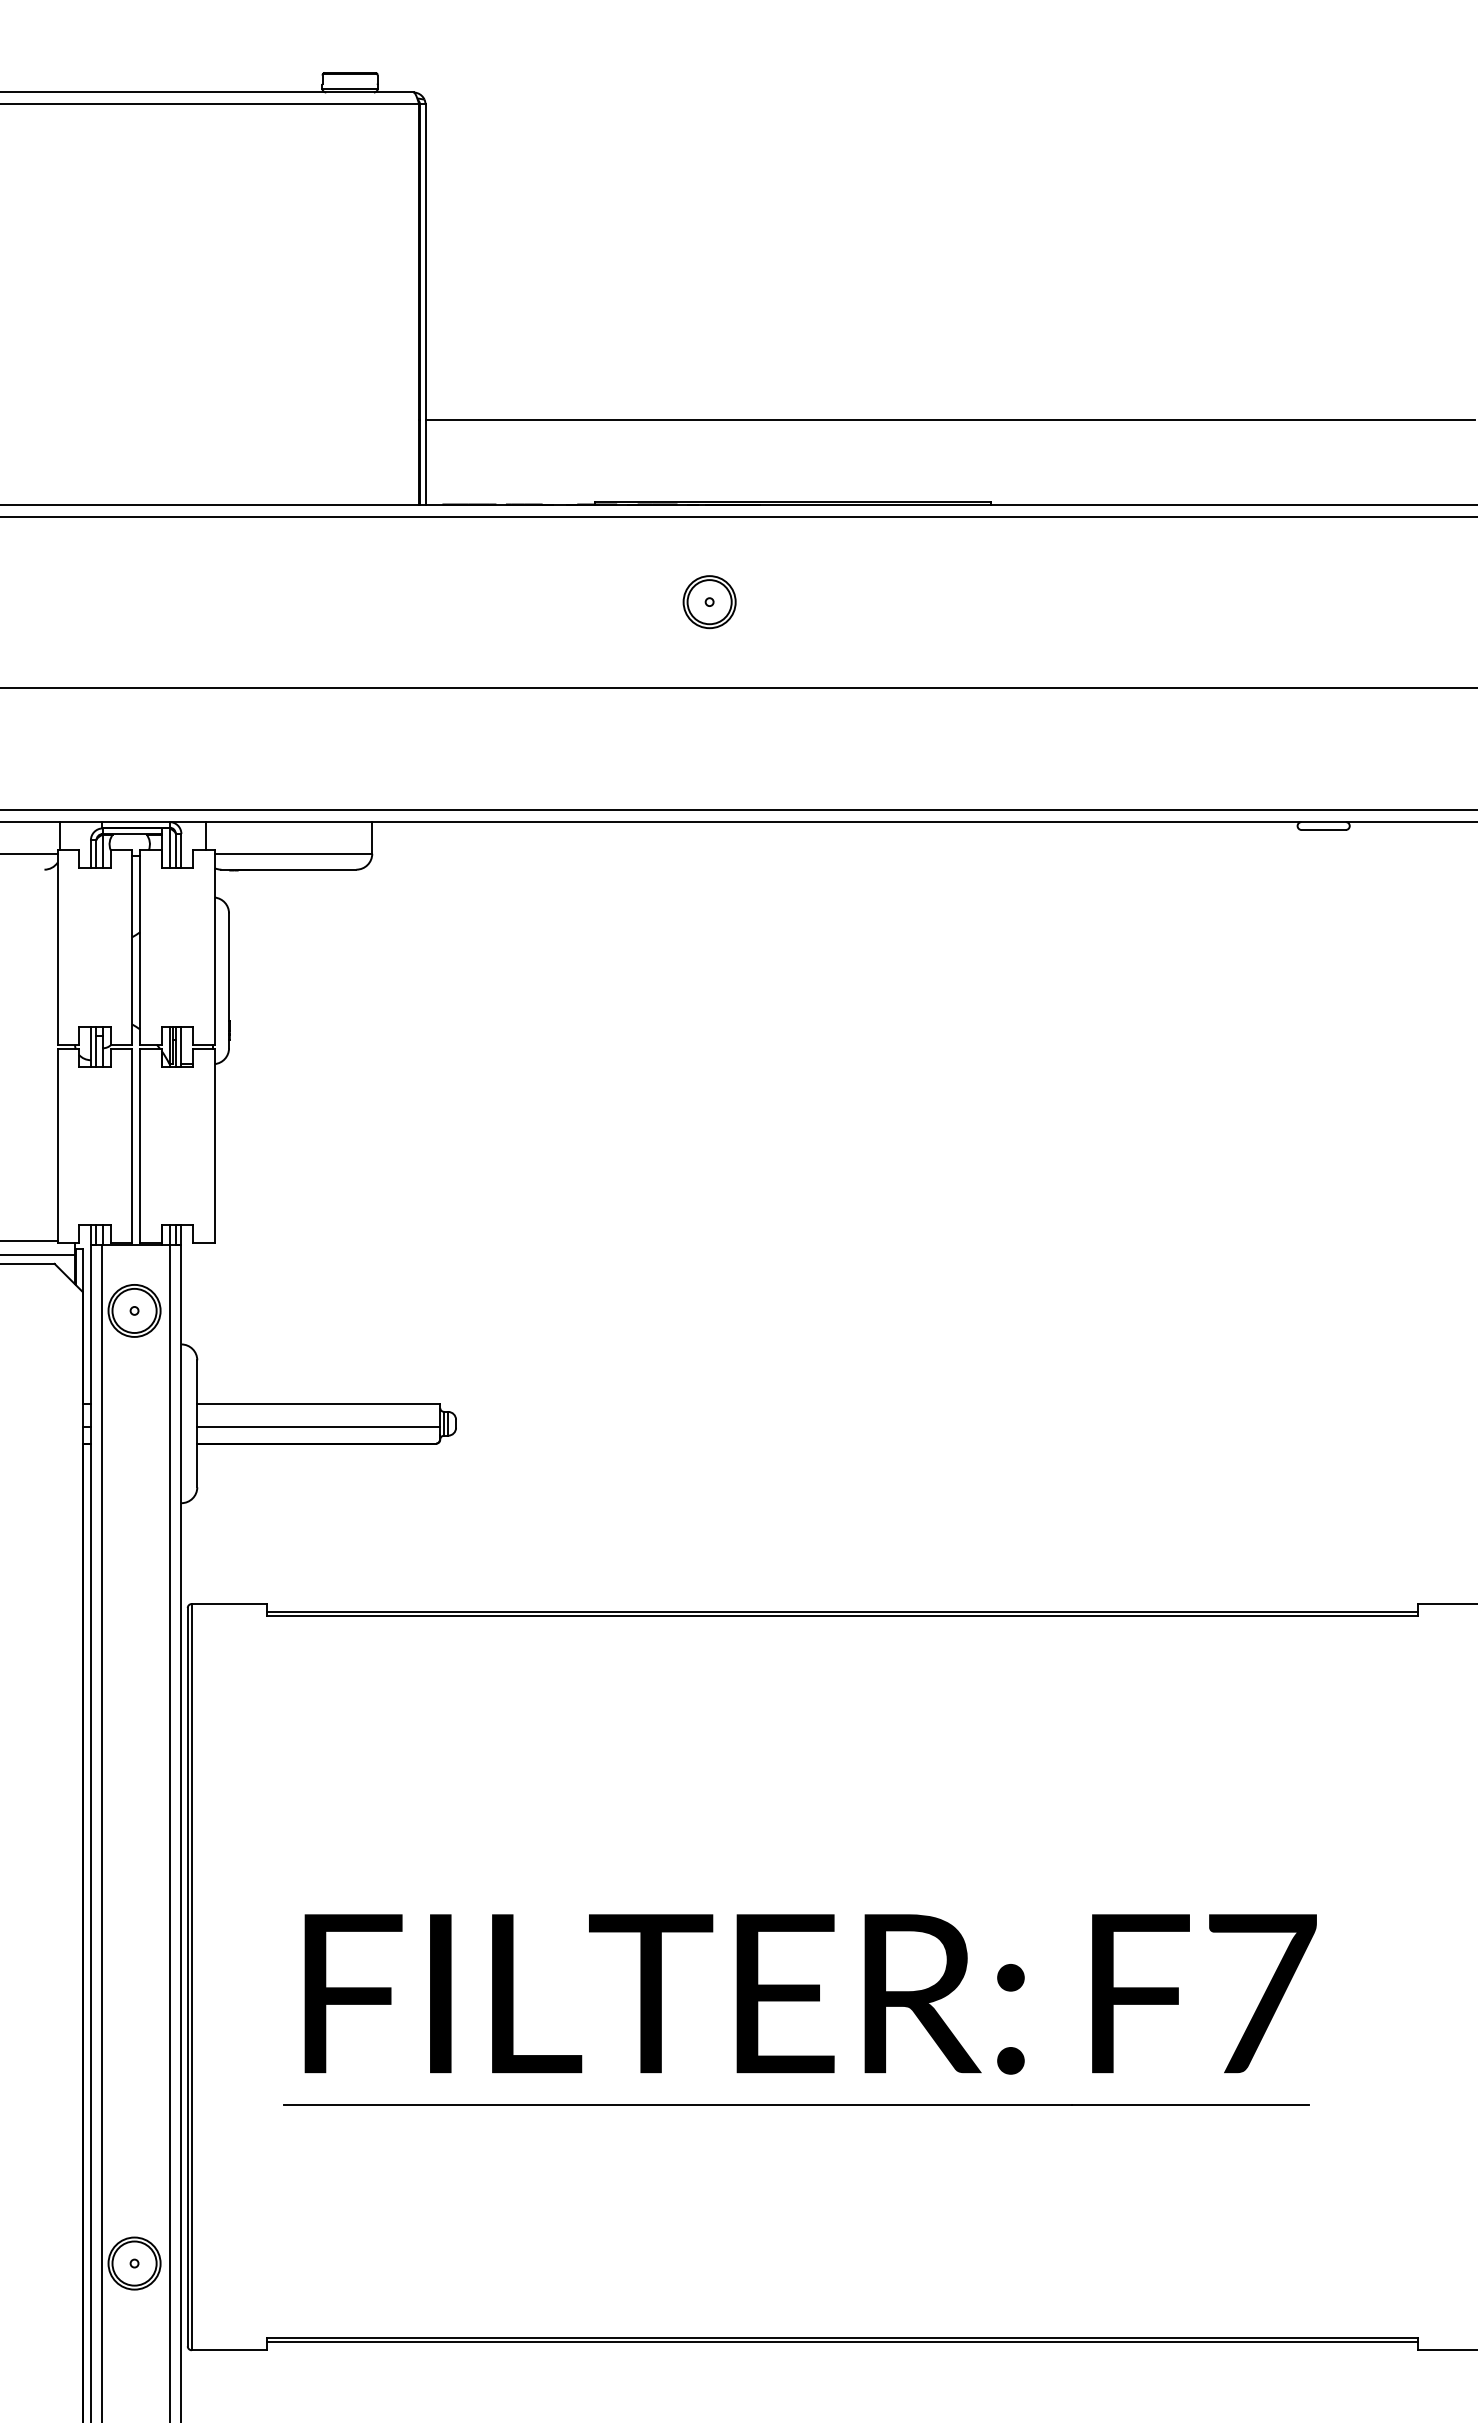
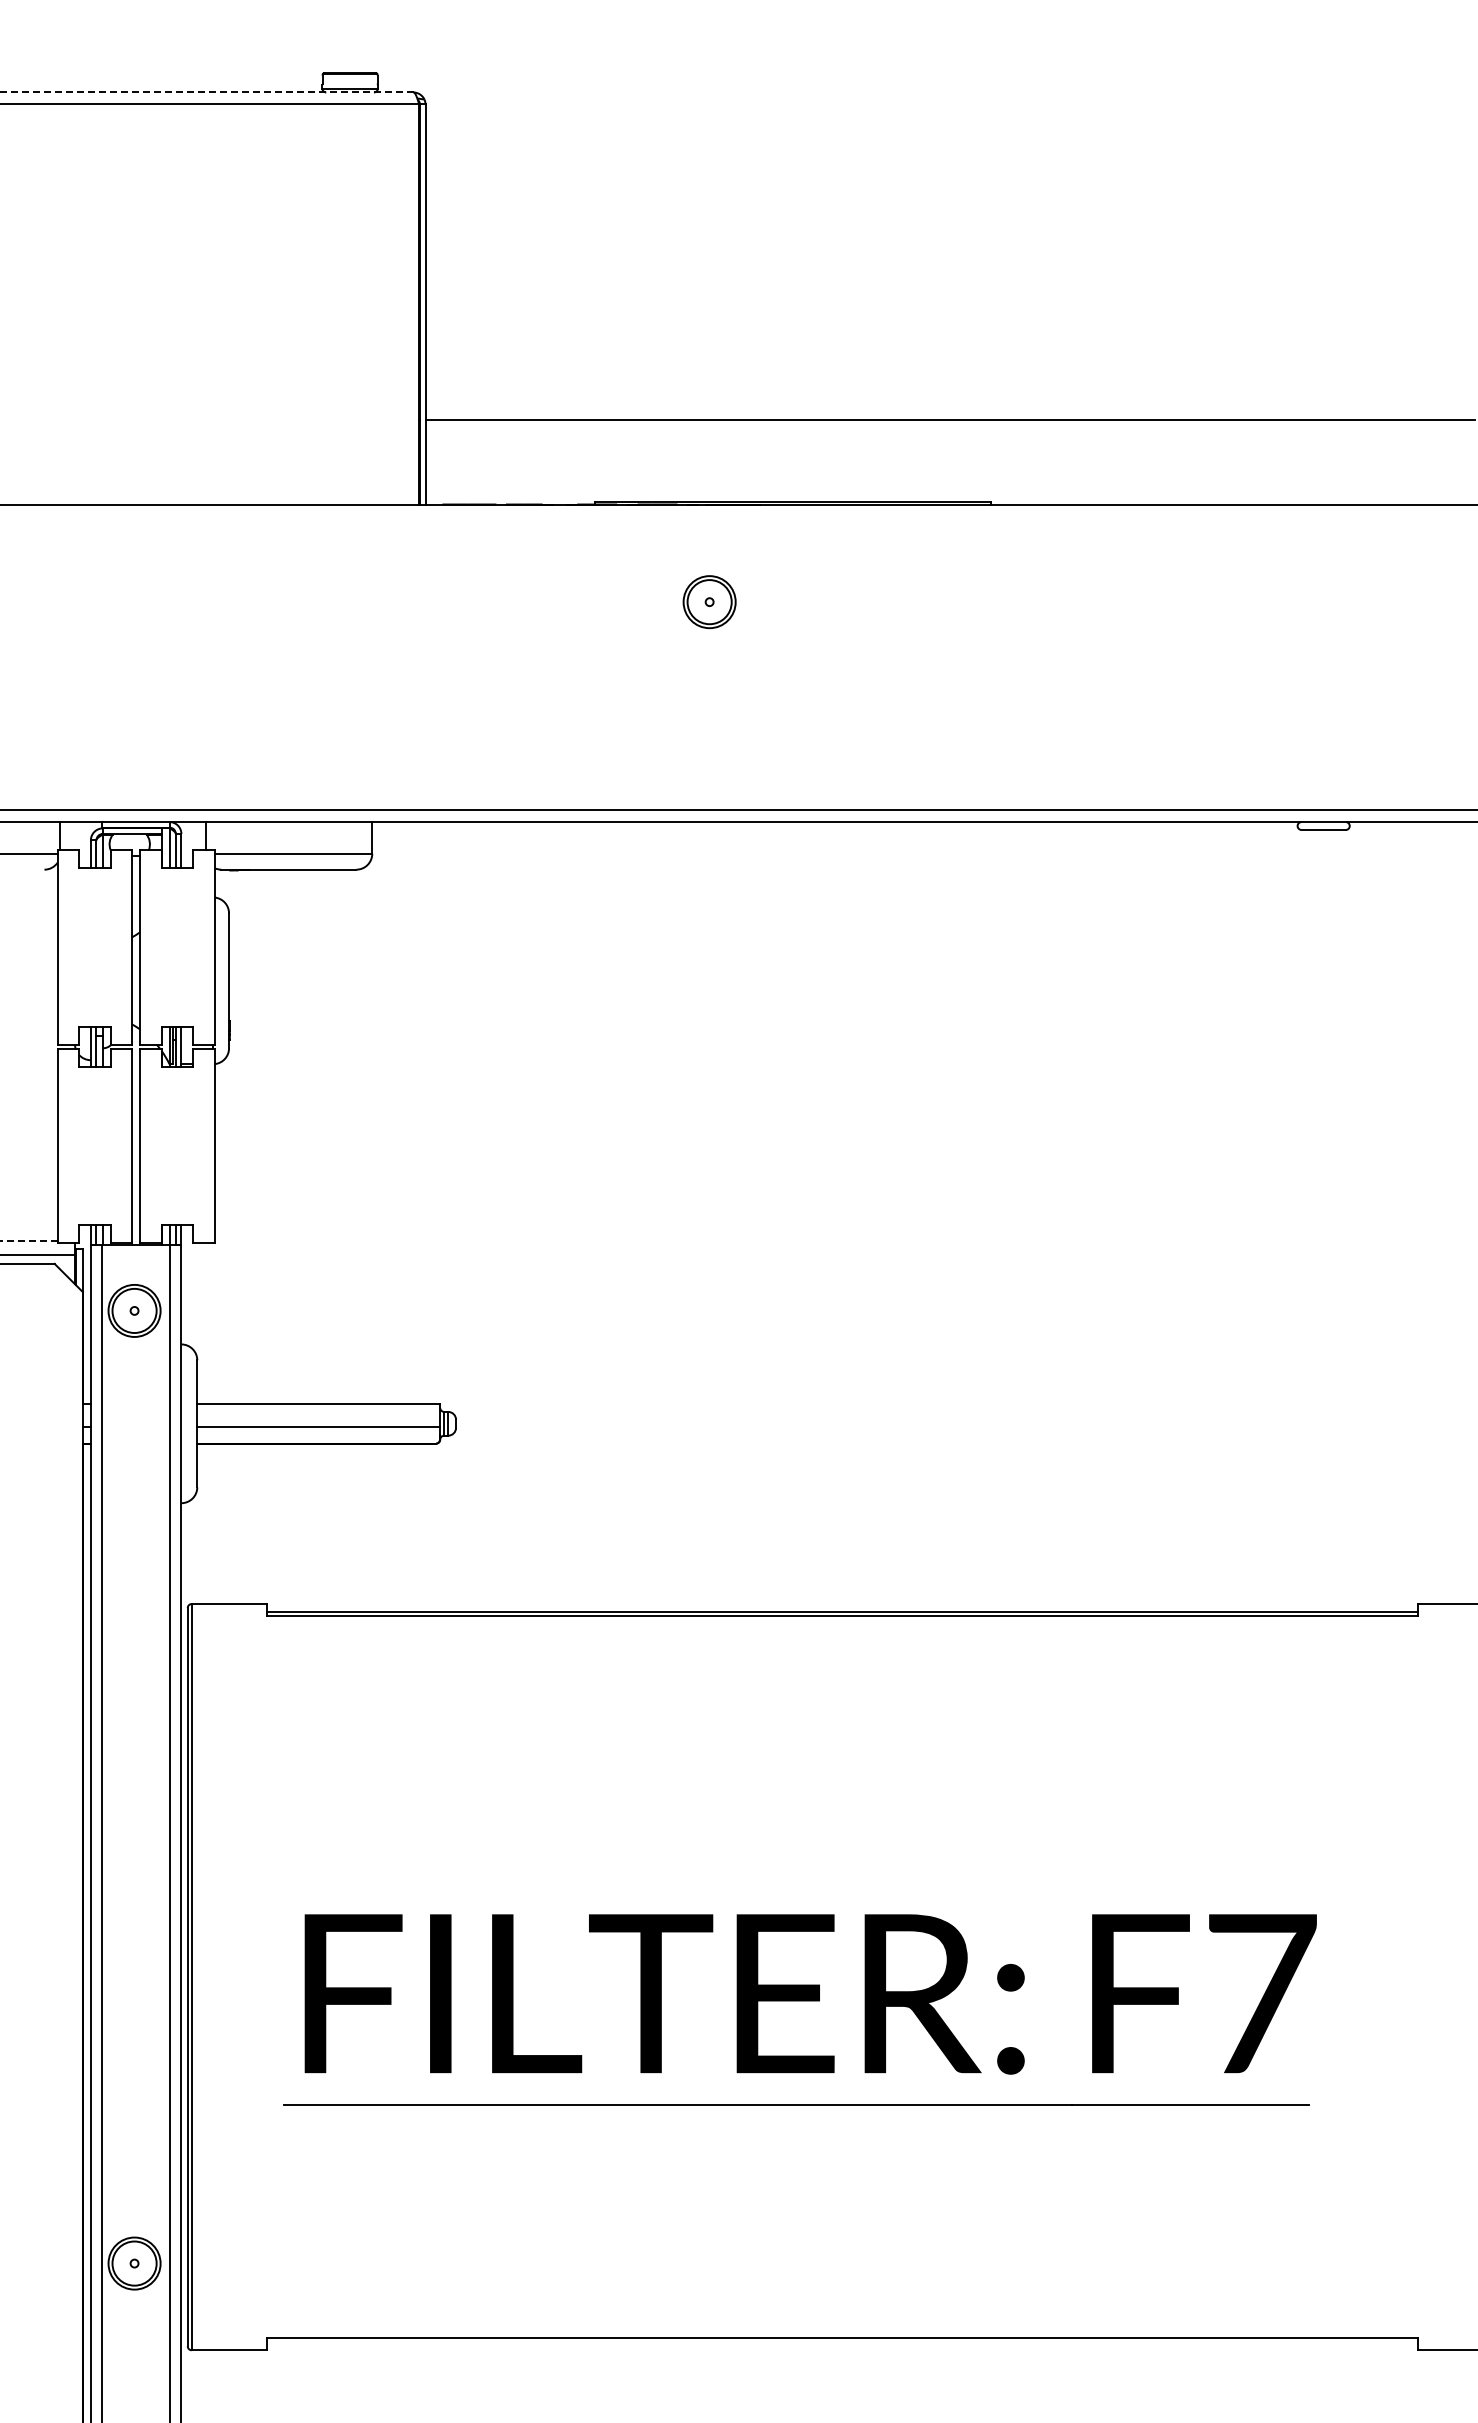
line at (206, 92): solid -> dashed
line at (738, 517): present -> none
line at (738, 687): present -> none
line at (28, 1241): solid -> dashed
line at (842, 2342): present -> none
